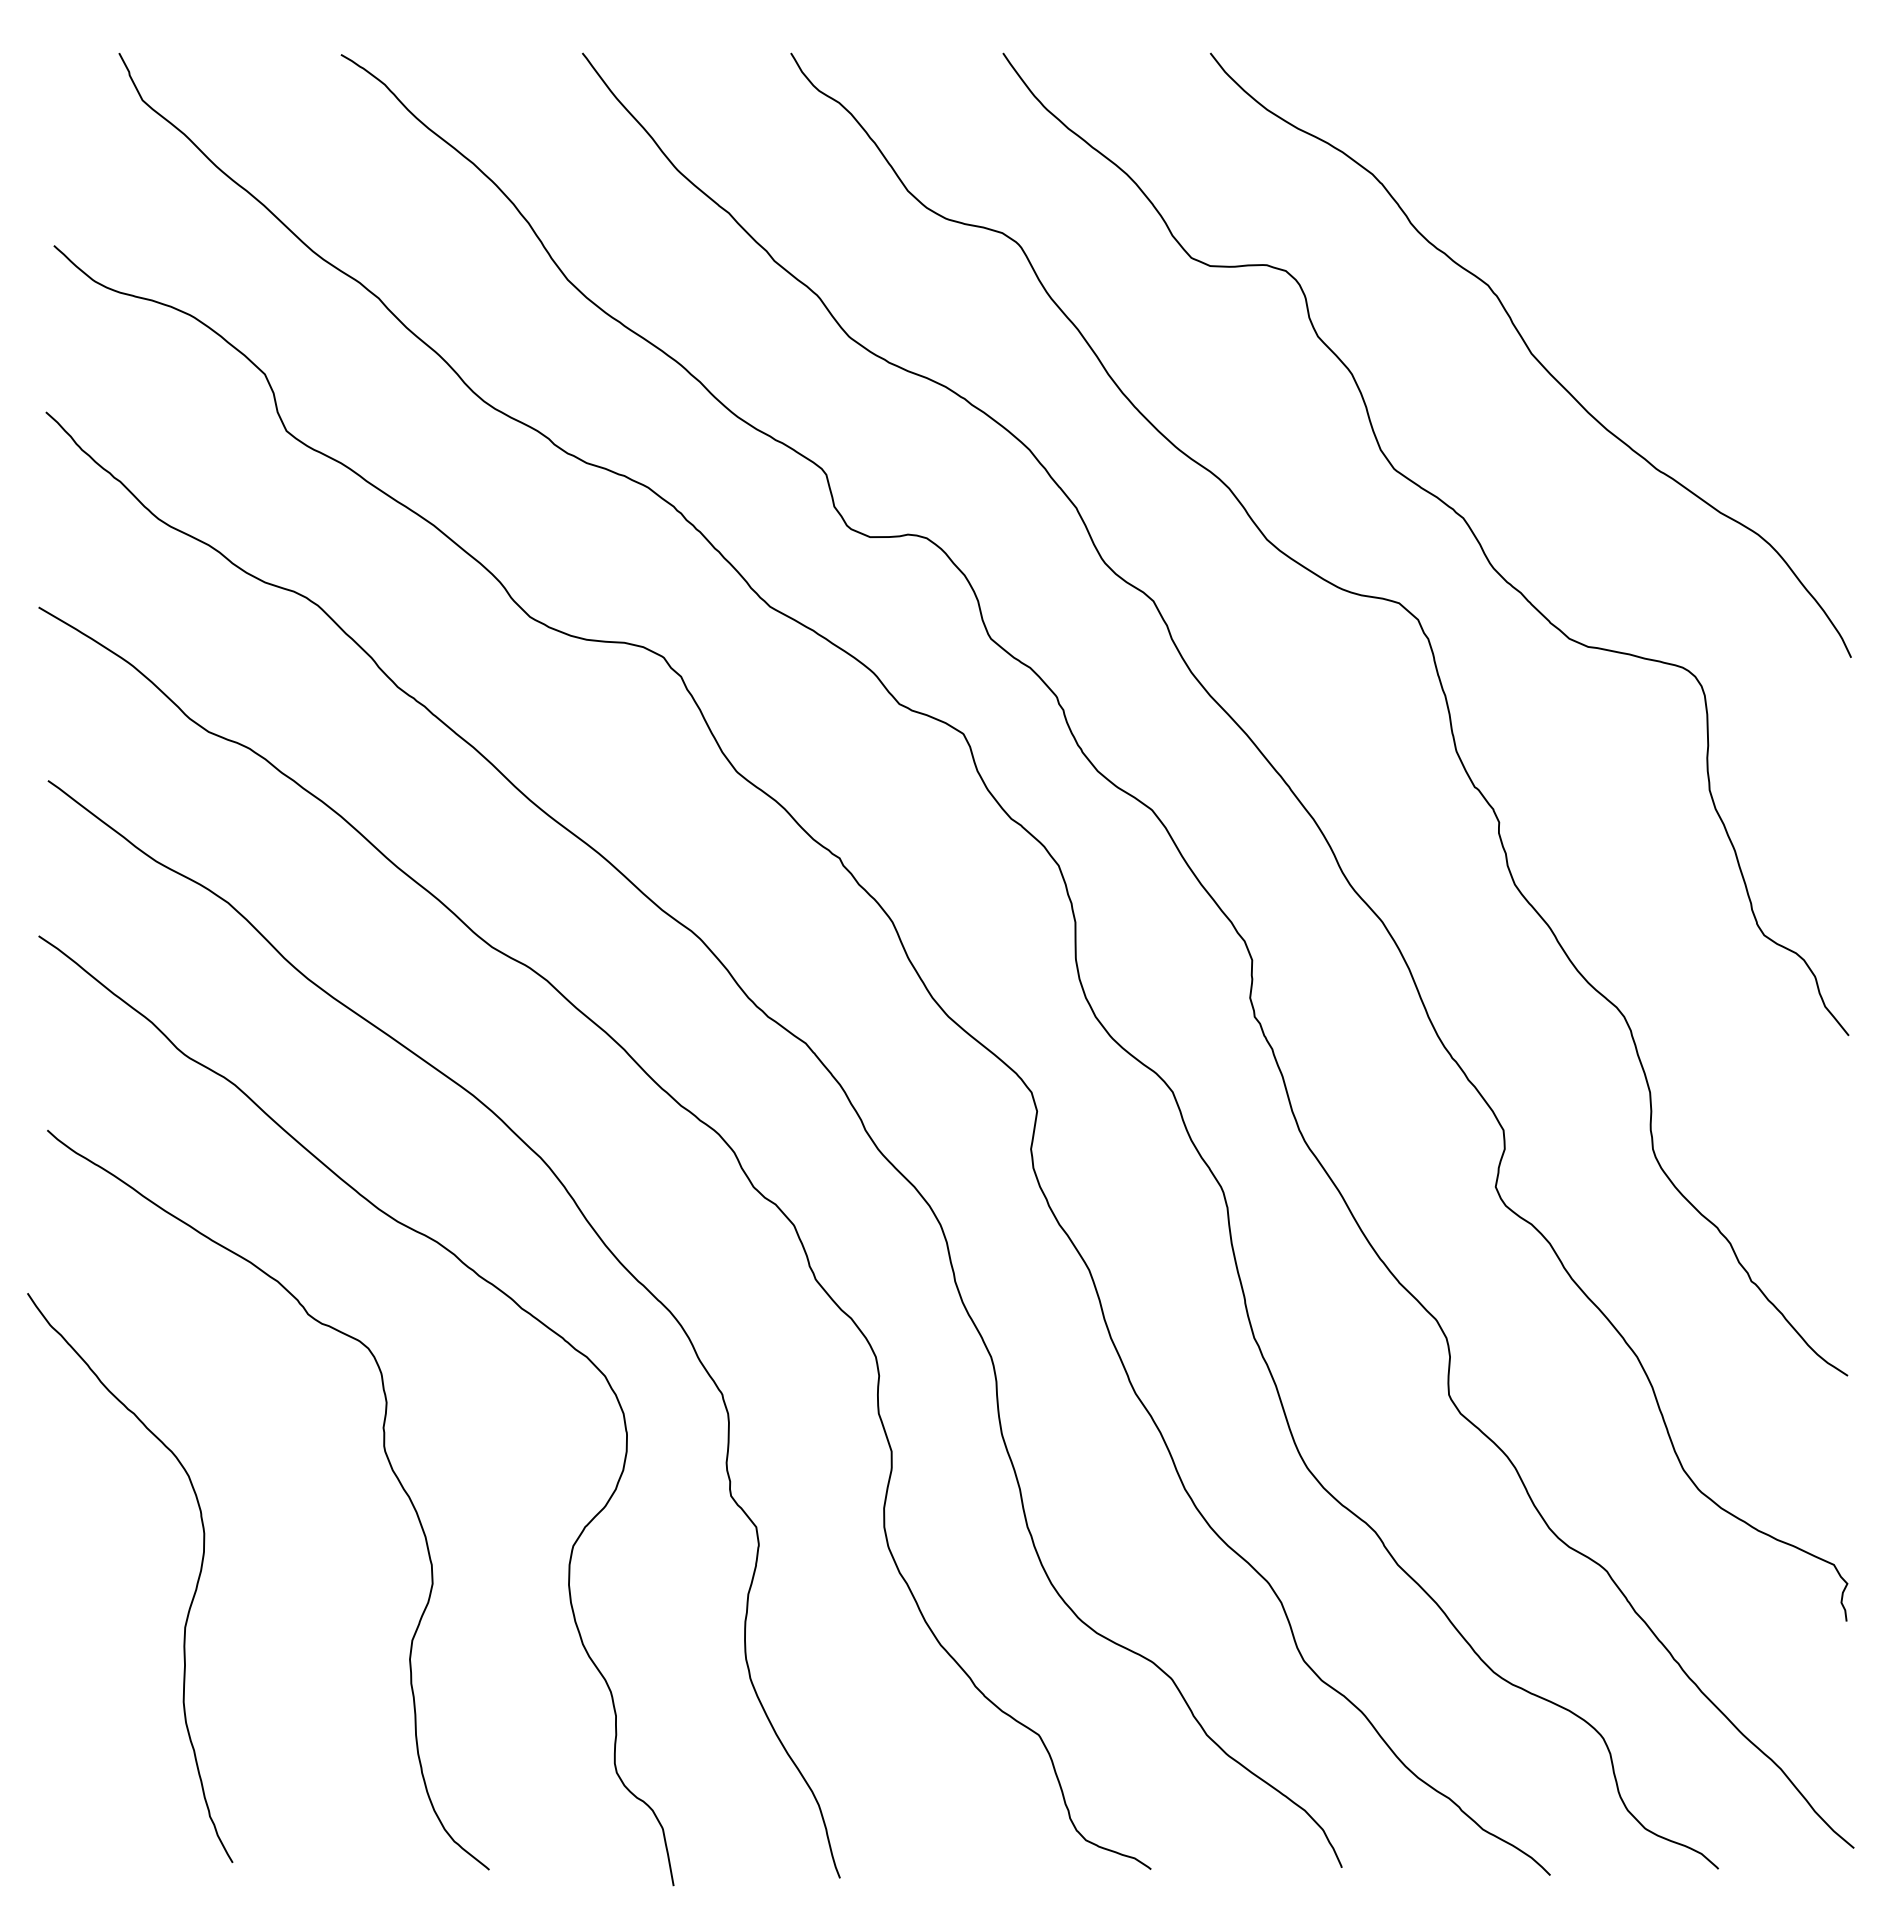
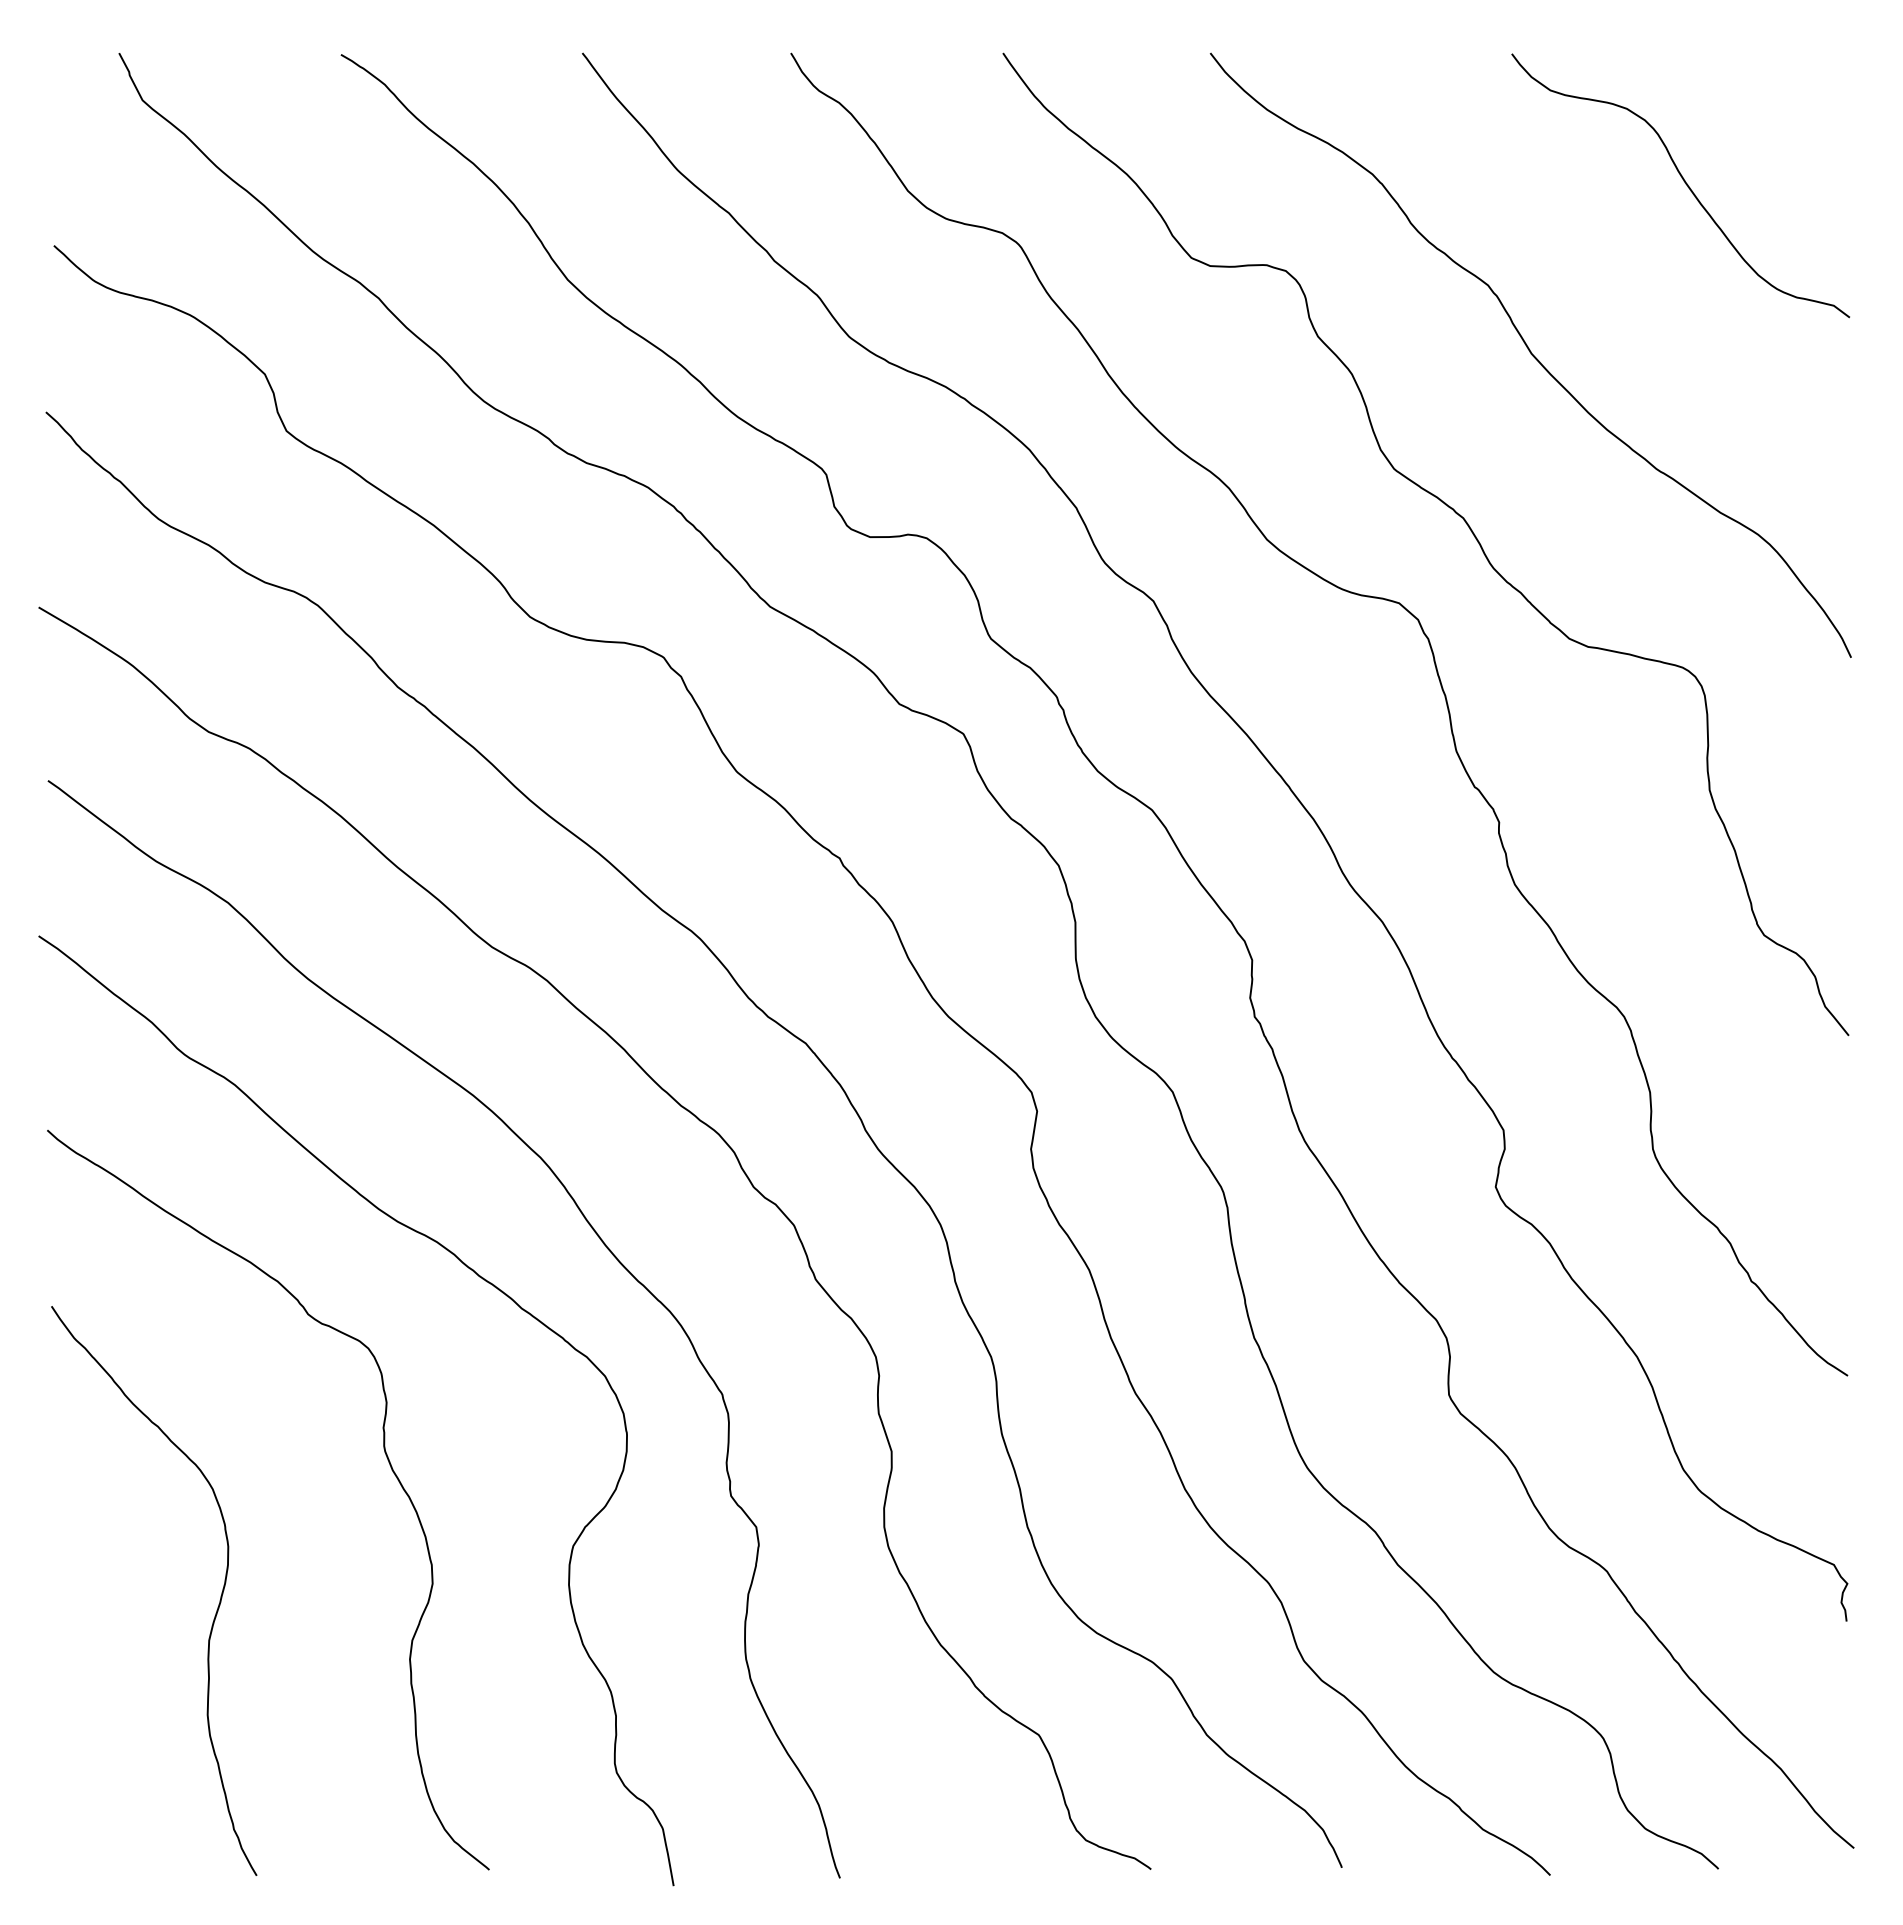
curve at (1683, 181): none -> present
curve at (192, 1597) position: (192, 1597) -> (216, 1610)
